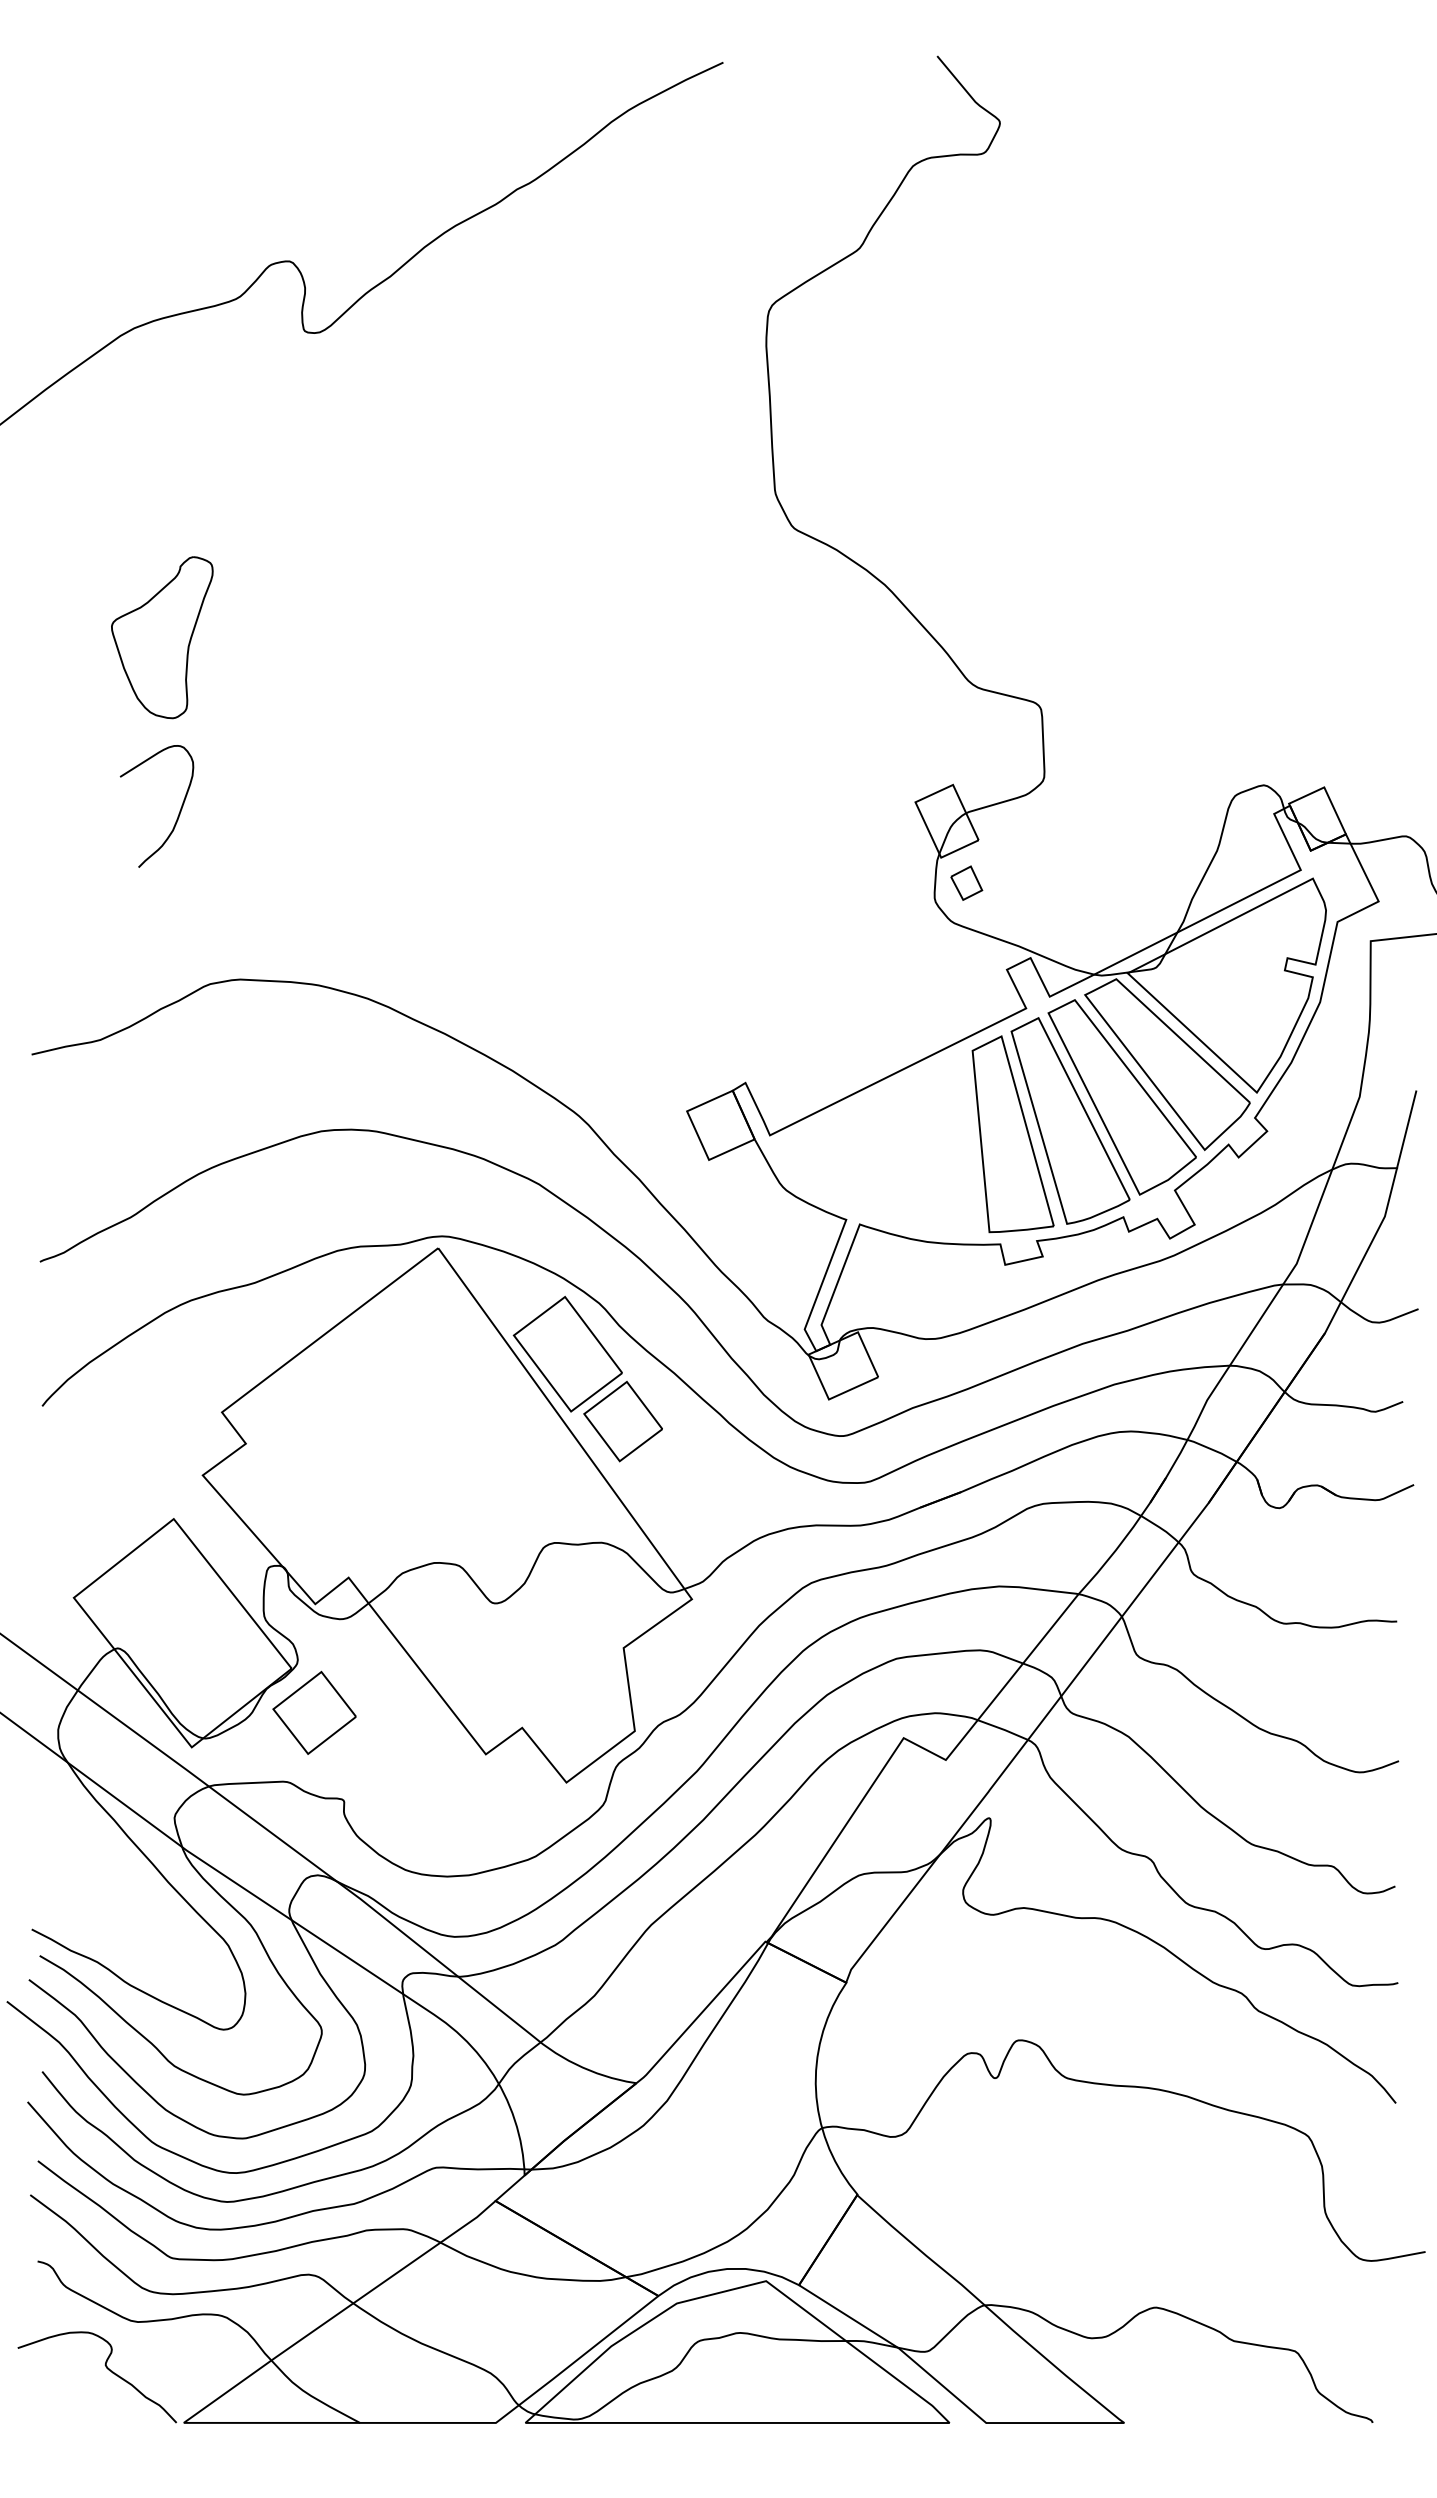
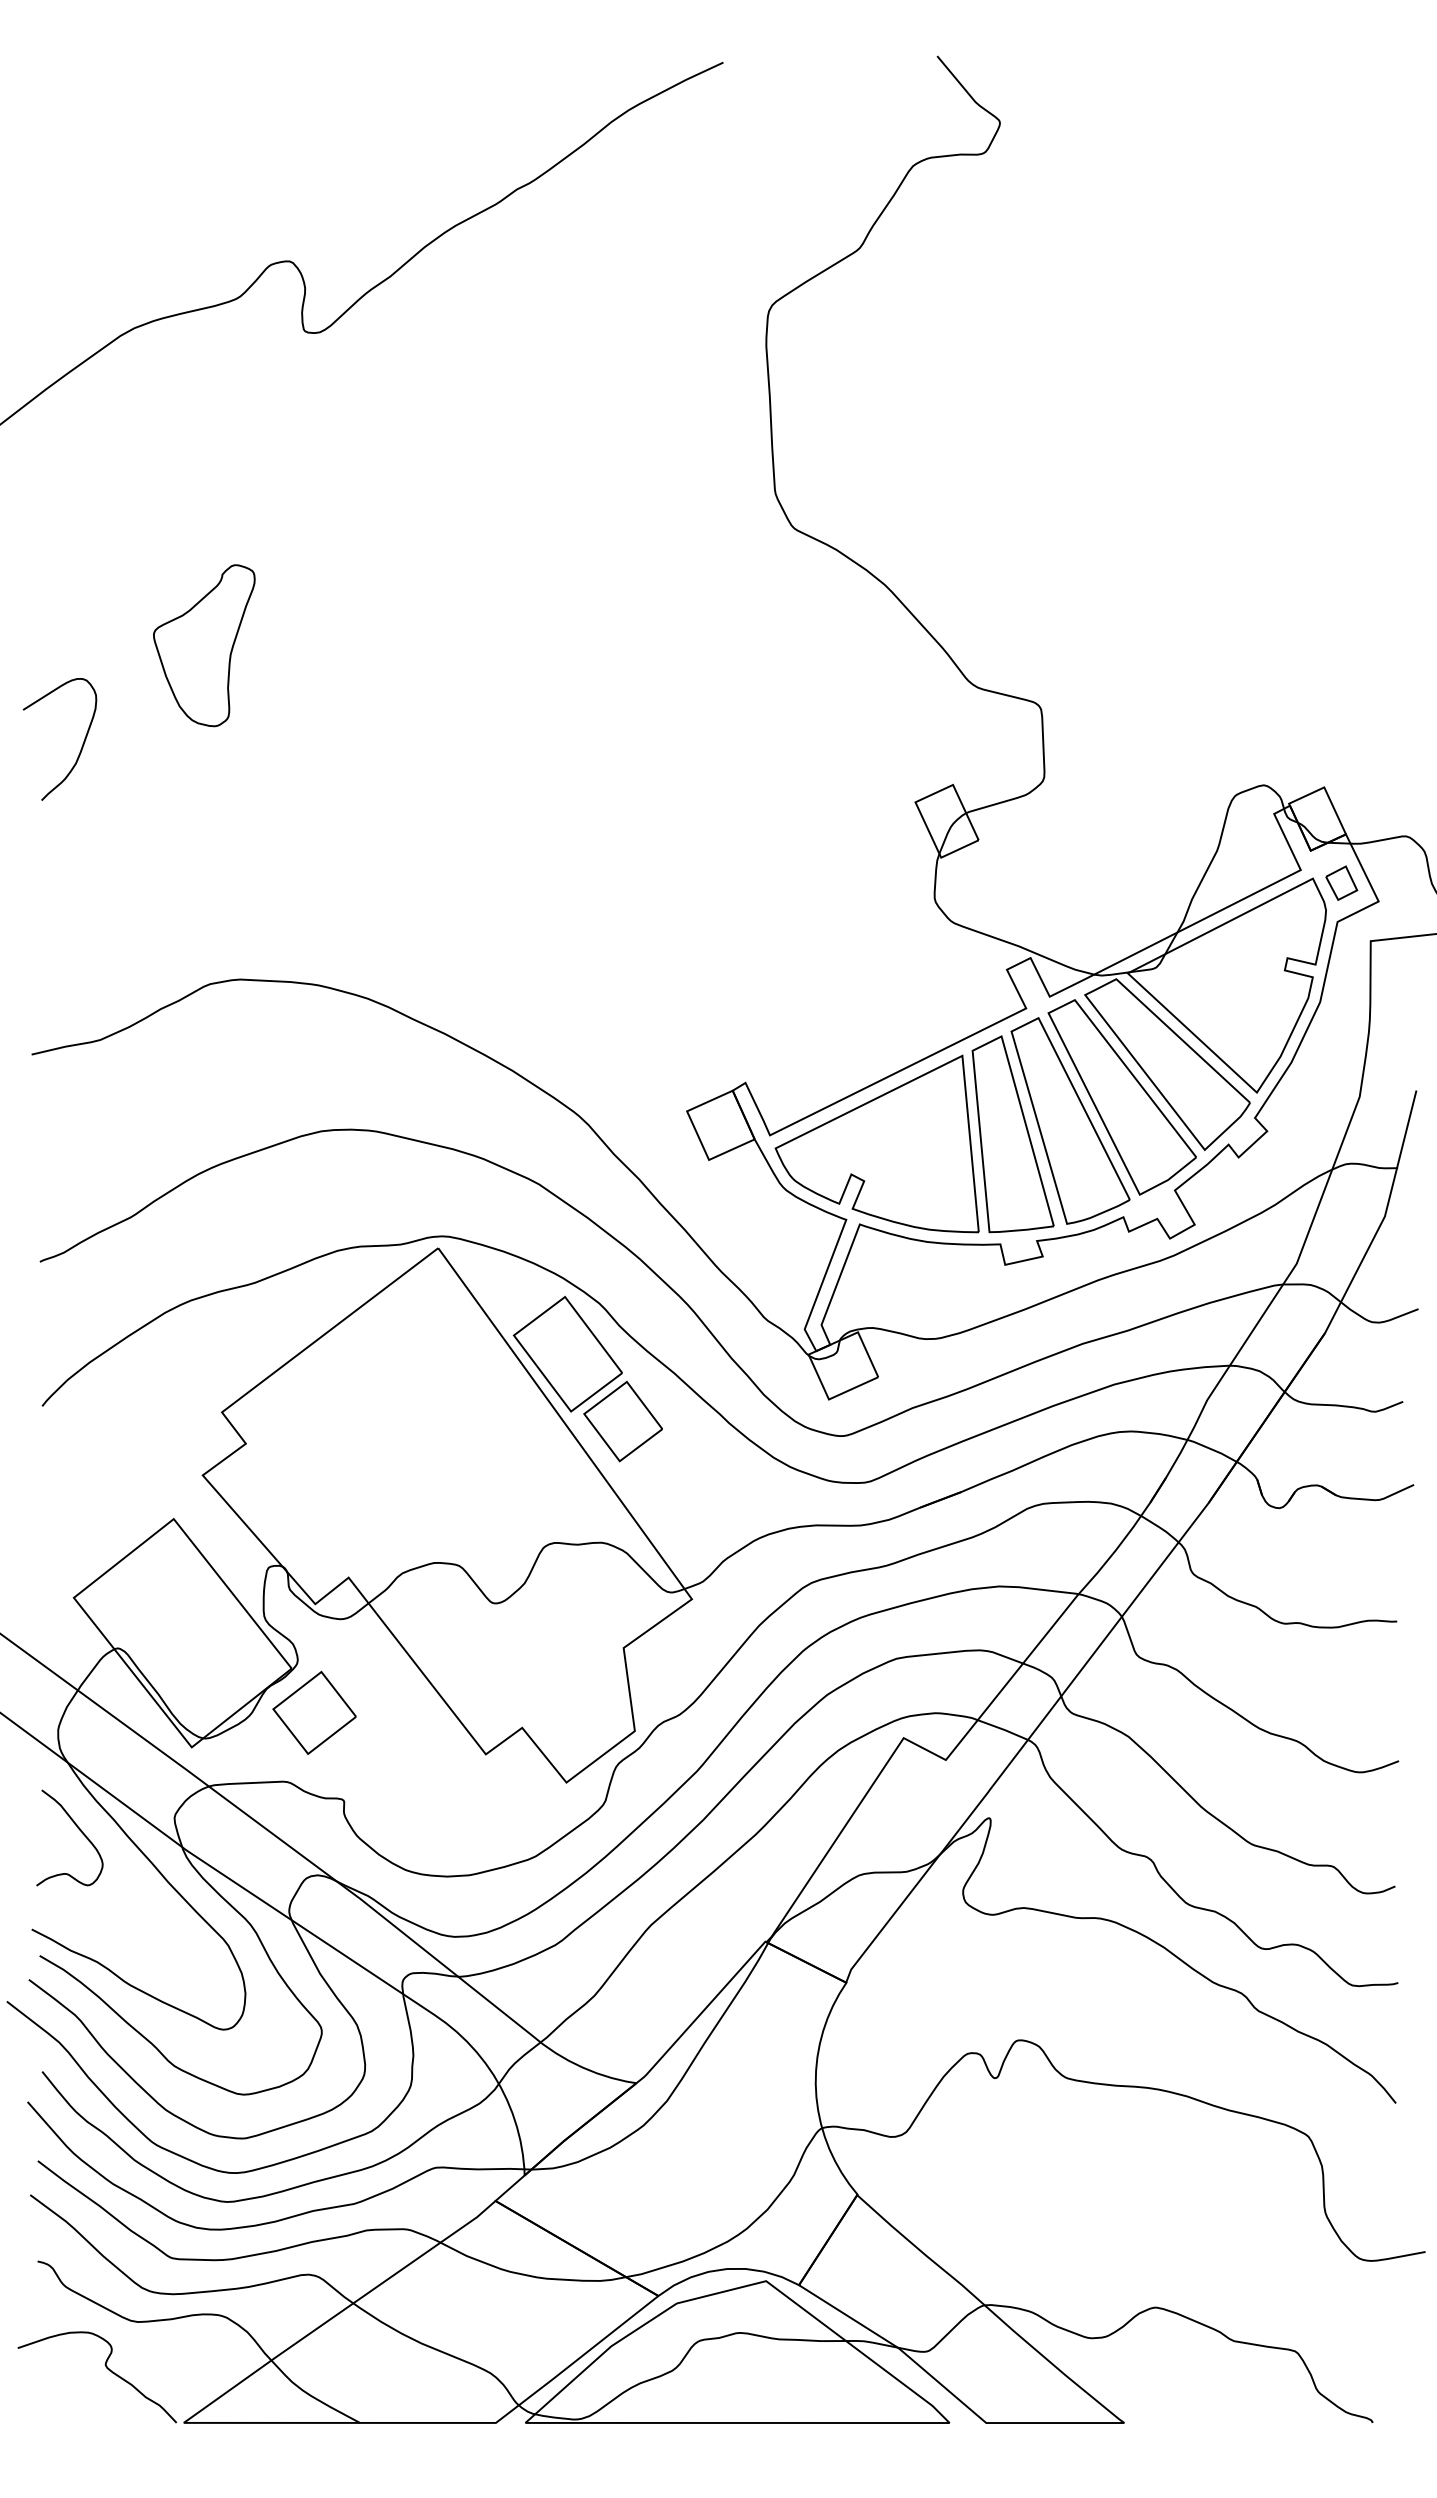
part at (162, 637) position: (162, 637) -> (204, 645)
curve at (178, 813) position: (178, 813) -> (81, 746)
part at (966, 882) position: (966, 882) -> (1341, 882)
part at (876, 1143): none -> present
curve at (77, 1828): none -> present
